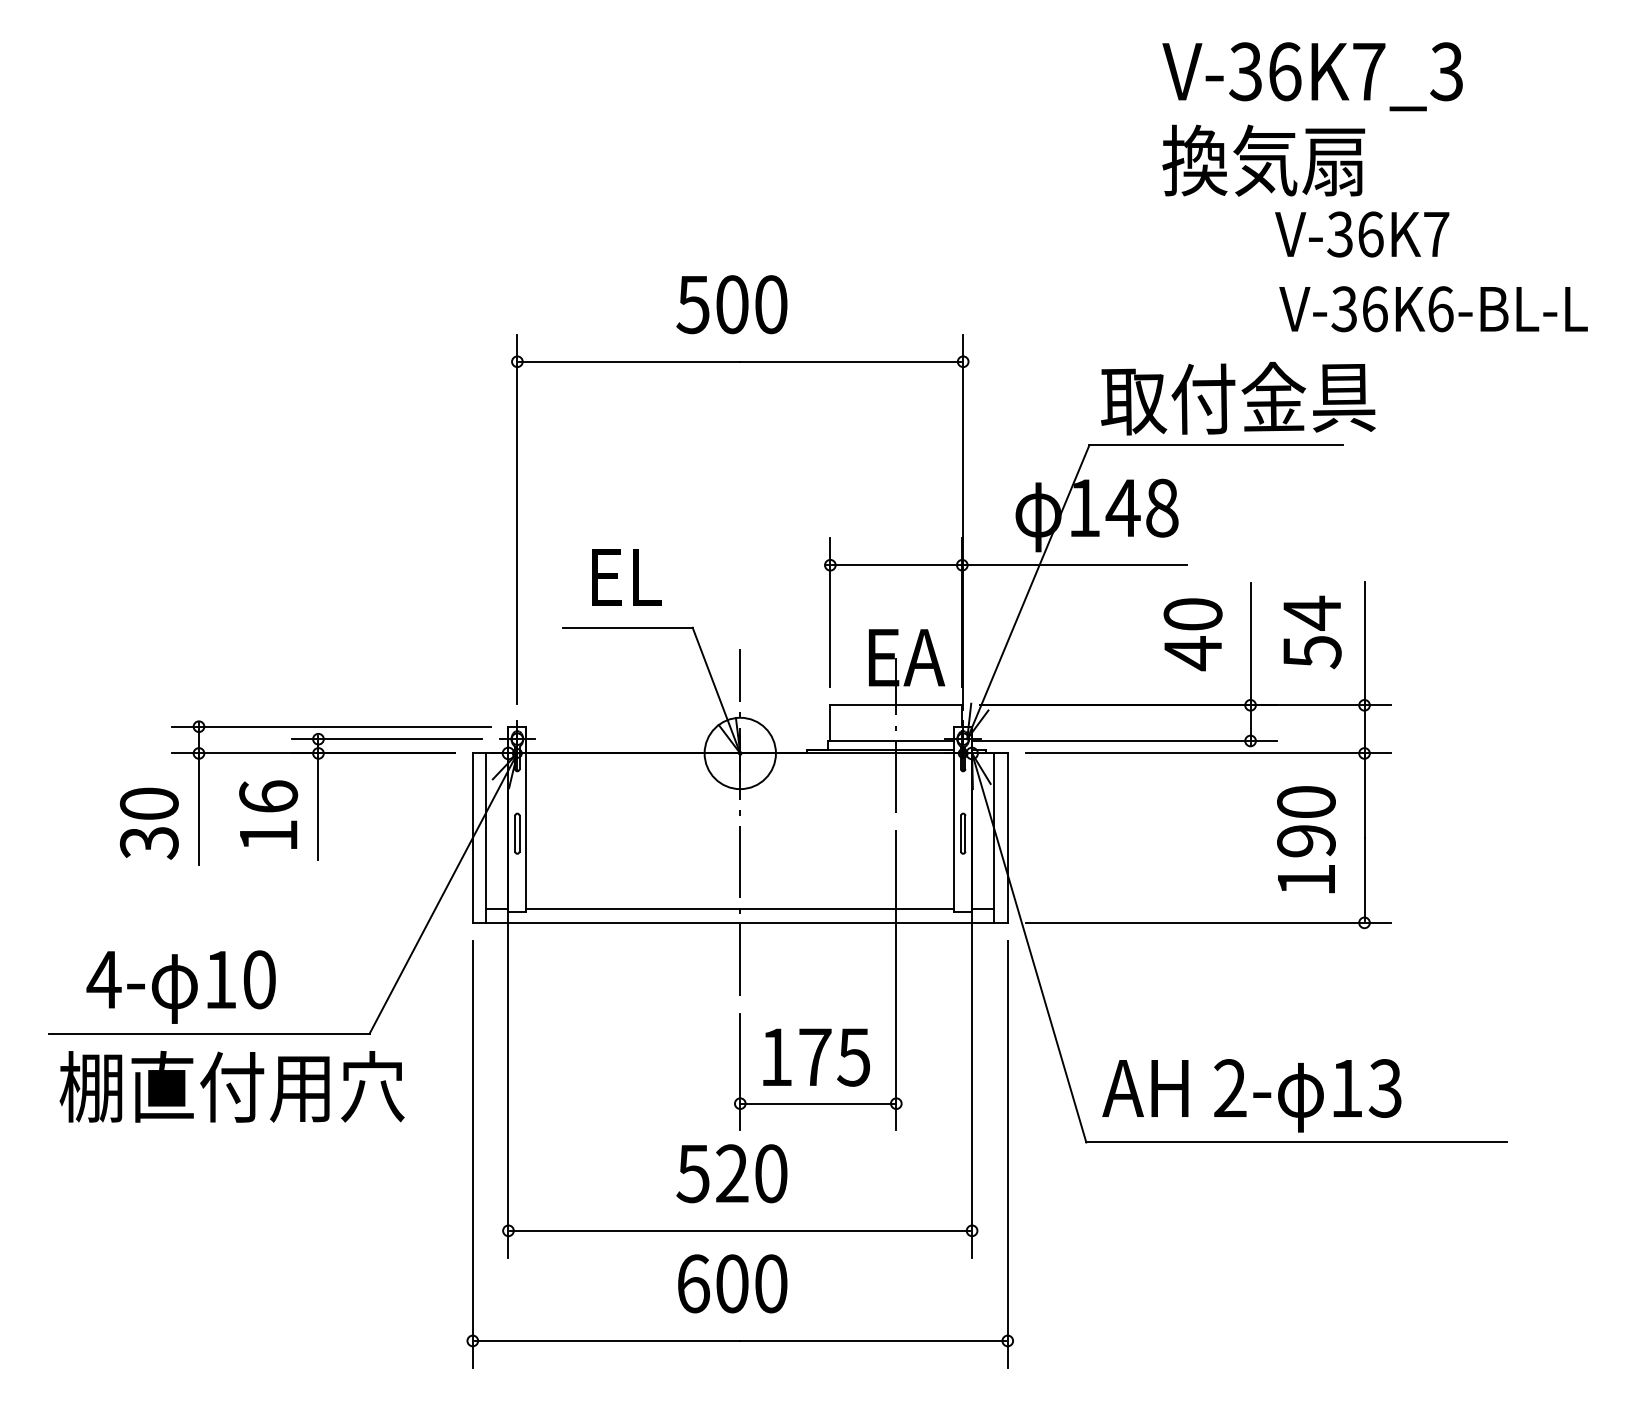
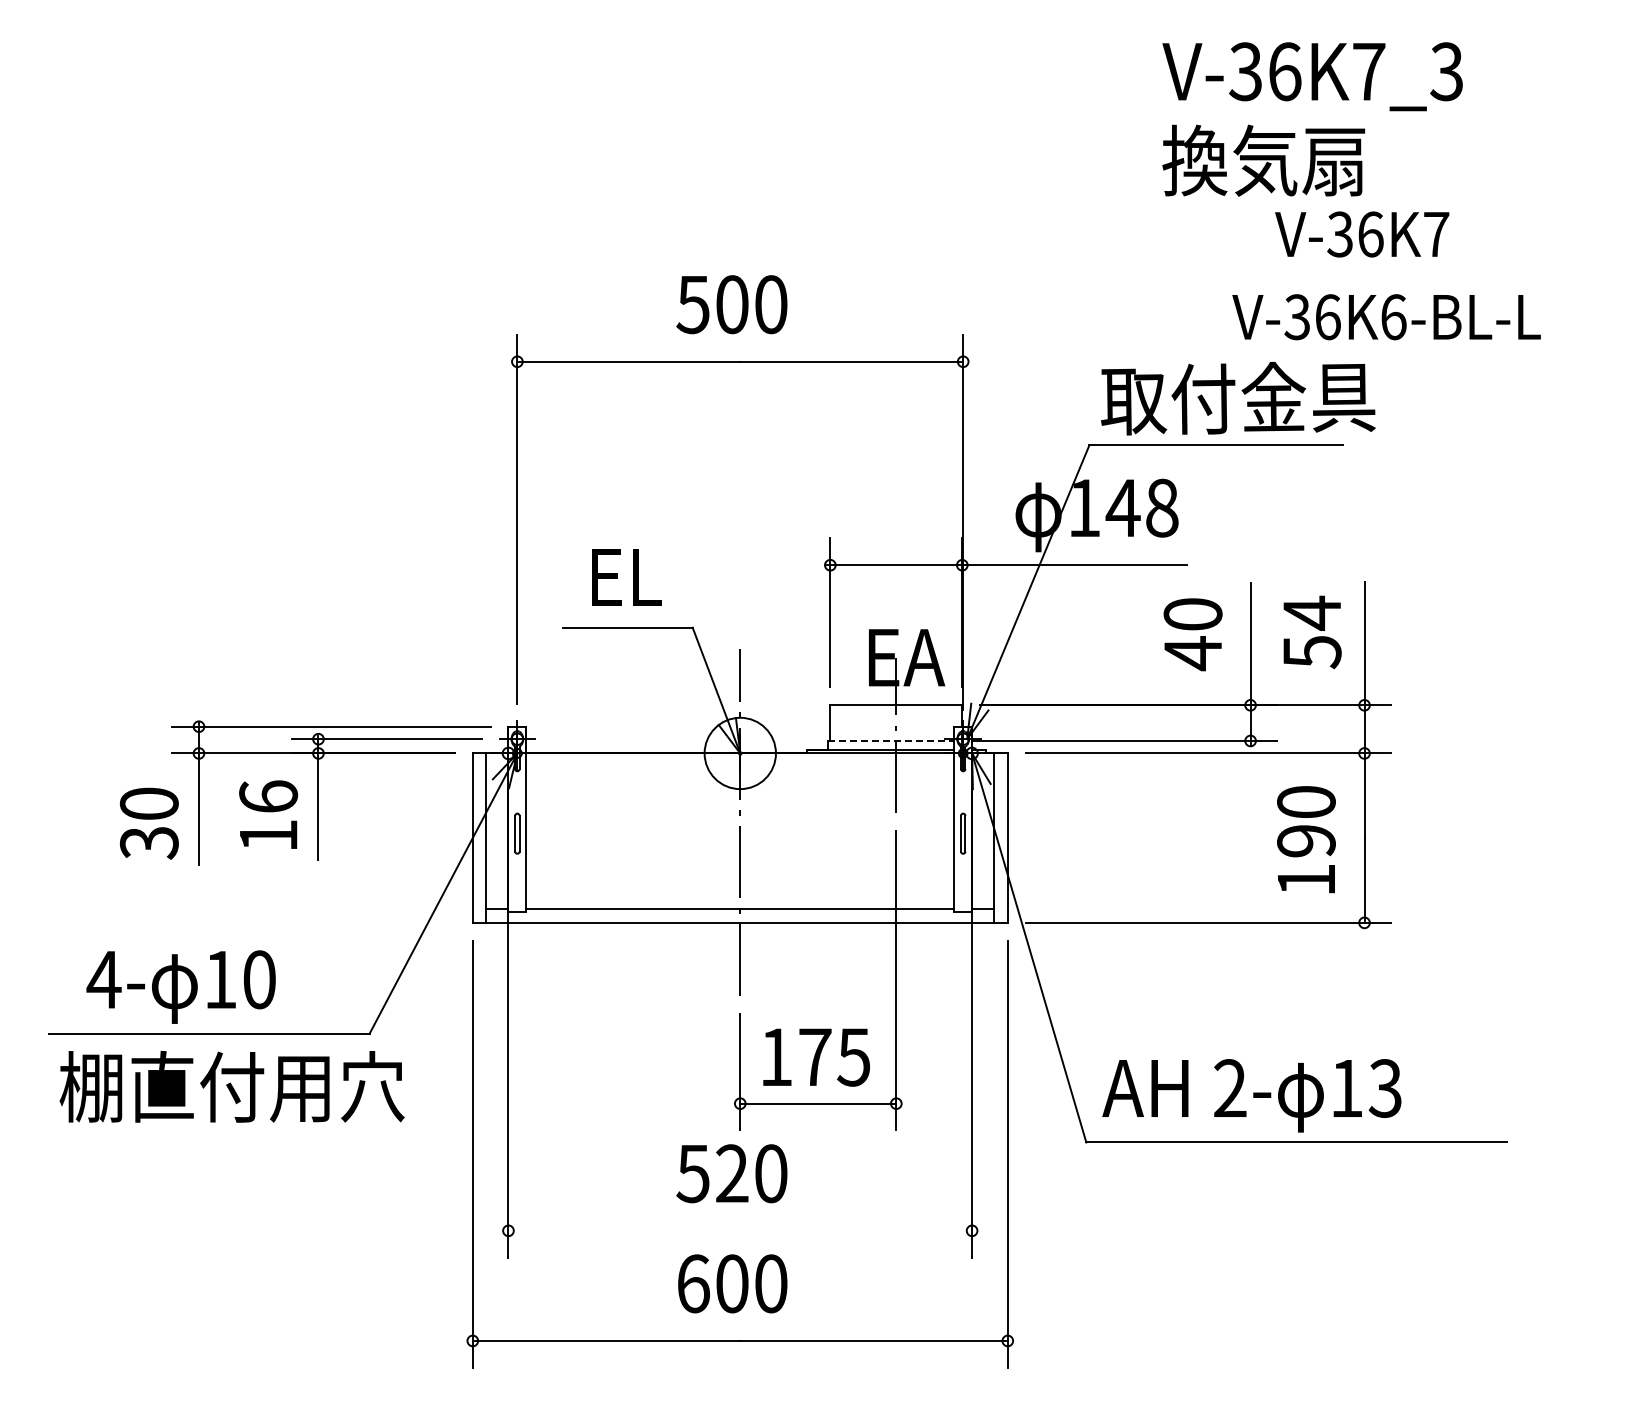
text at (1433, 309) position: (1433, 309) -> (1386, 317)
line at (891, 740): solid -> dashed
line at (740, 1230): present -> none
